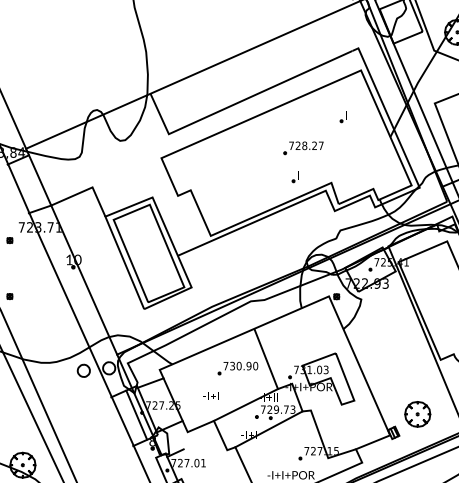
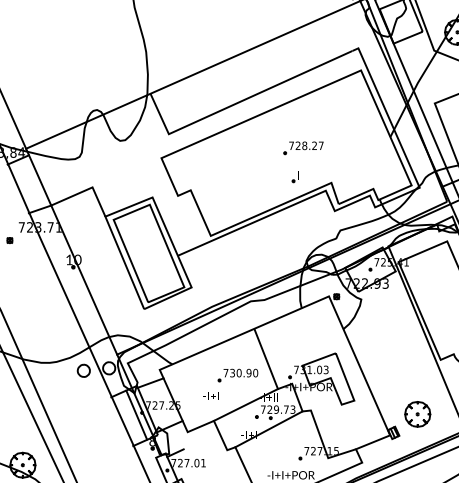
part at (342, 117): present -> none
part at (9, 296): present -> none
part at (237, 368) position: (237, 368) -> (237, 375)
